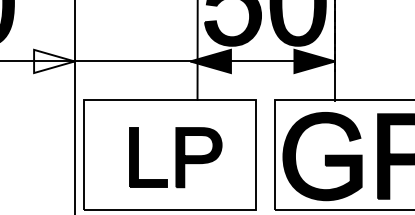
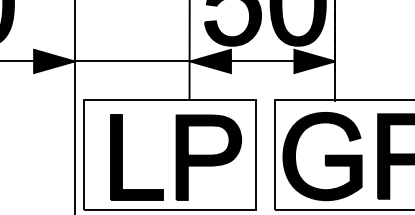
line at (197, 51) position: (197, 51) -> (189, 51)
fill at (54, 61): none -> present
part at (175, 157) size: 94x62 px -> 132x87 px
